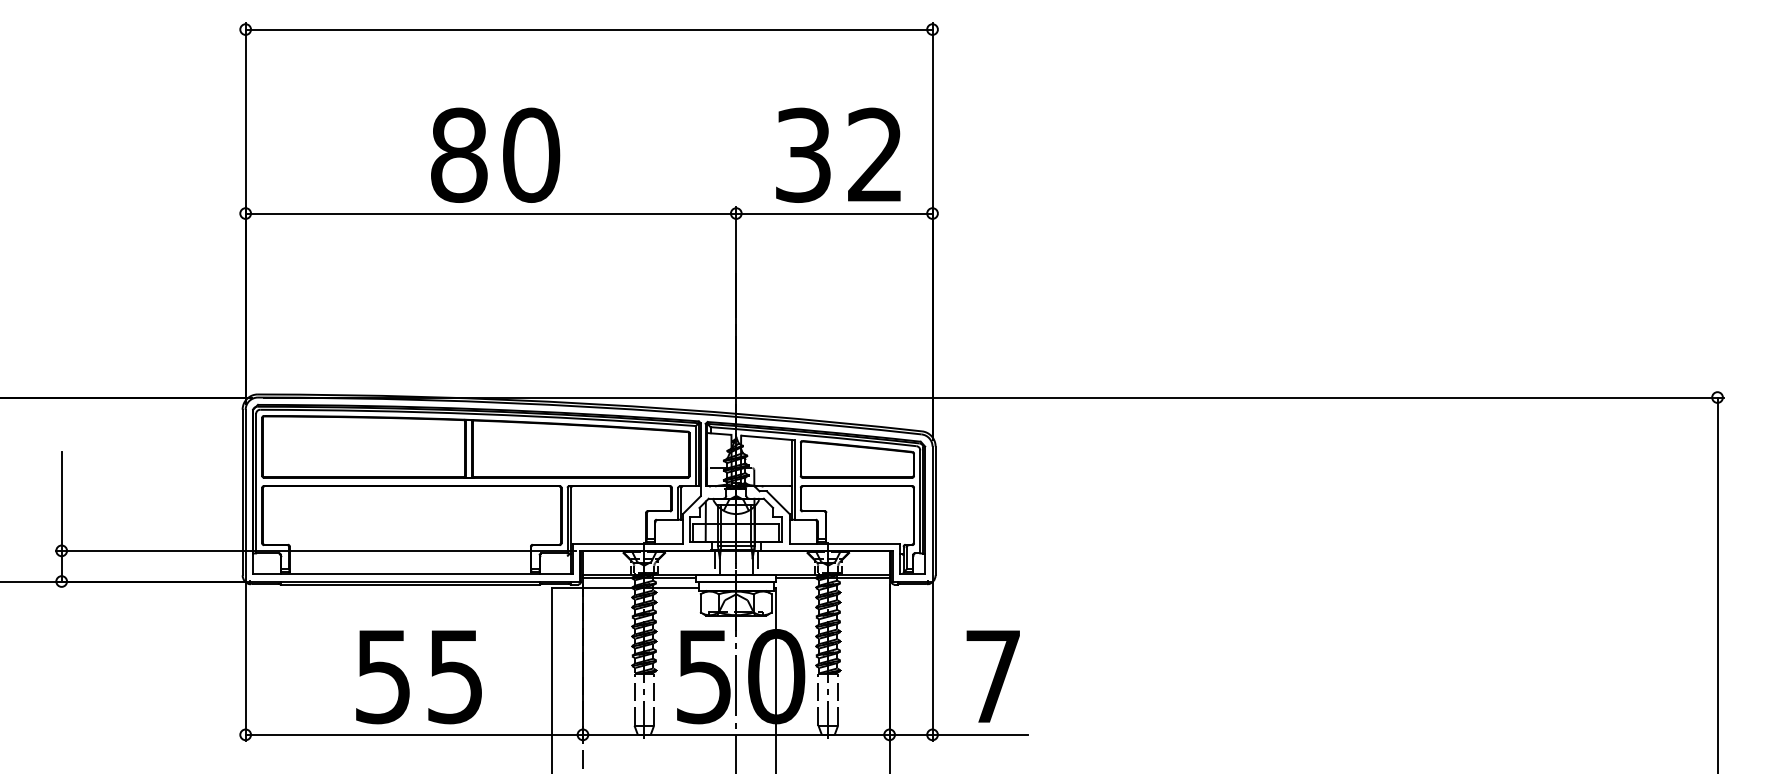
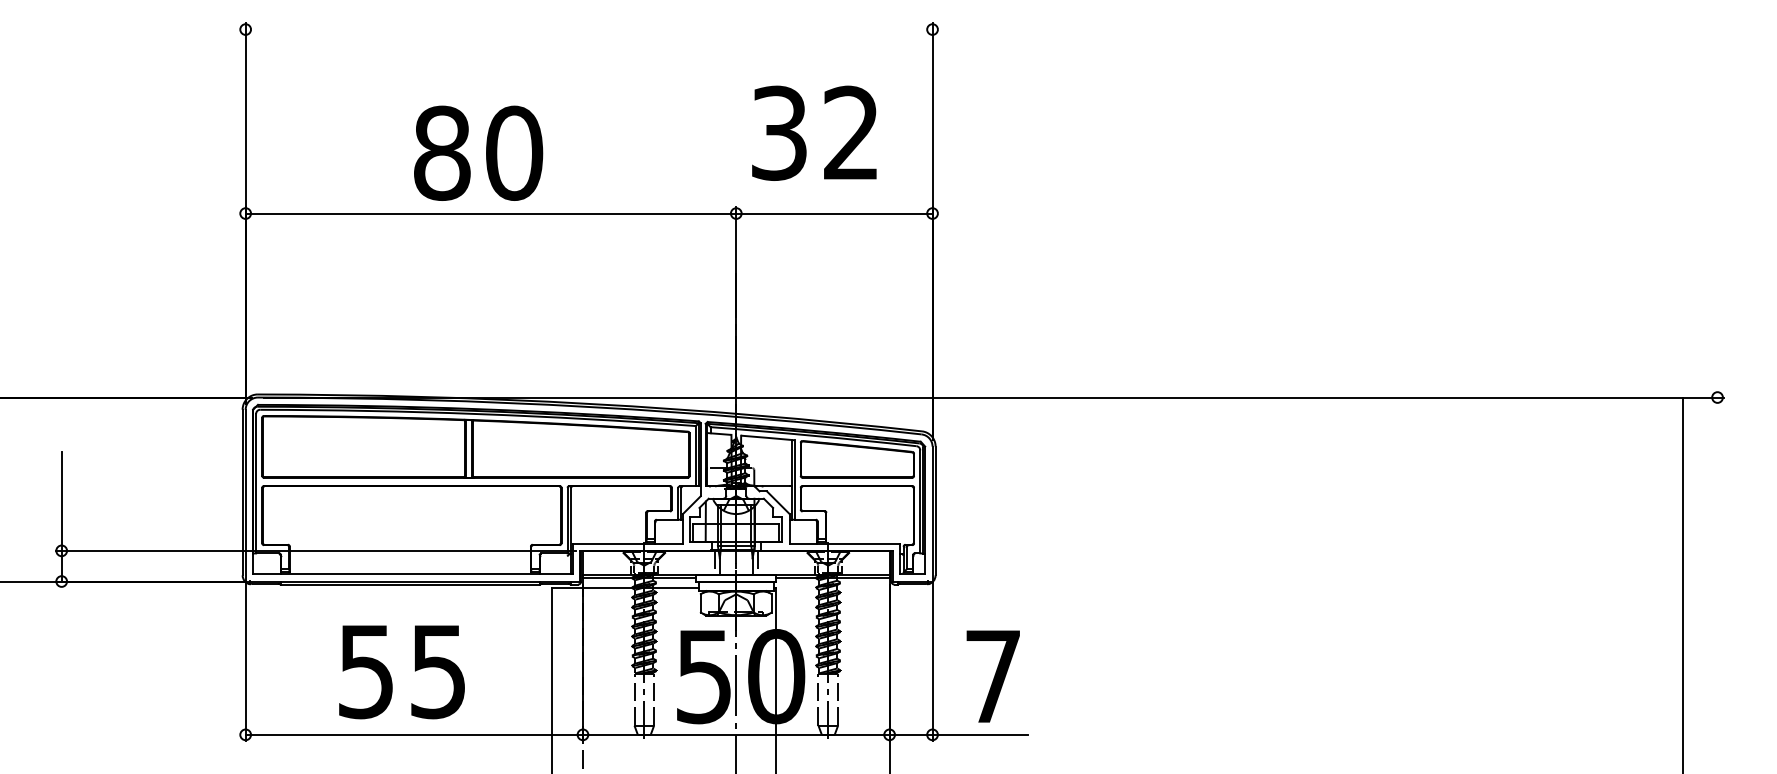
line at (588, 29): present -> none
text at (495, 154) position: (495, 154) -> (478, 152)
text at (838, 154) position: (838, 154) -> (814, 132)
line at (1717, 583) position: (1717, 583) -> (1682, 583)
text at (418, 677) position: (418, 677) -> (401, 672)
